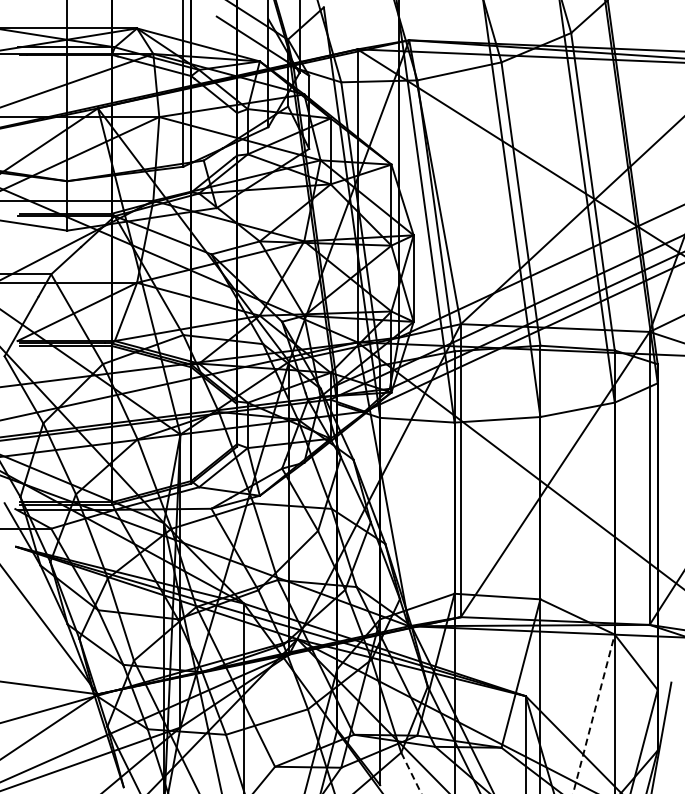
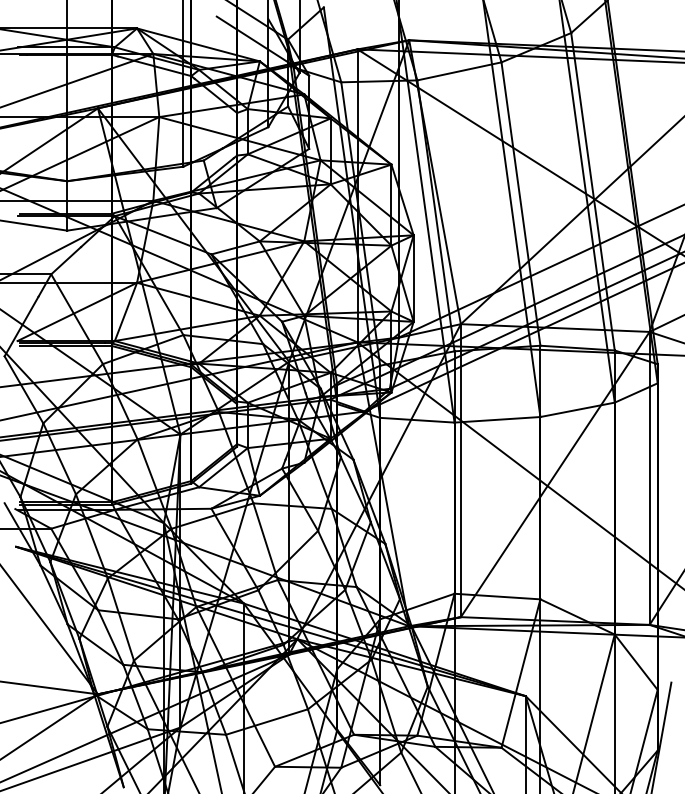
line at (593, 713): dashed -> solid
line at (411, 773): dashed -> solid
